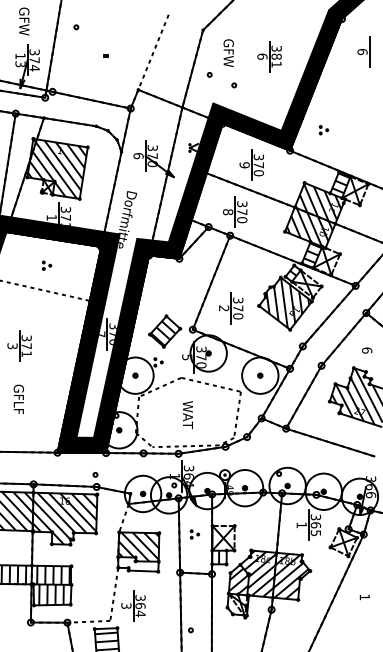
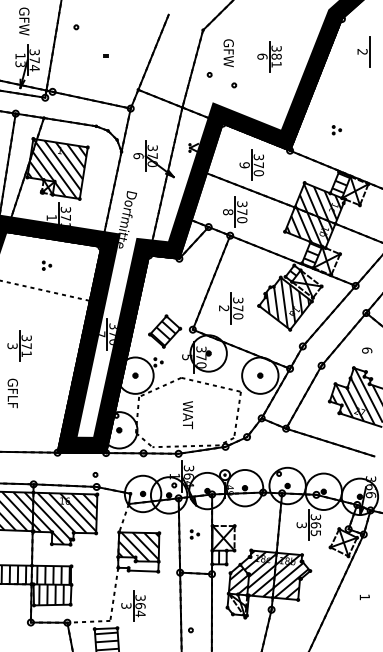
line at (153, 51): none -> present
text at (362, 52): 6 -> 2
part at (323, 130) position: (323, 130) -> (336, 130)
text at (18, 399) position: (18, 399) -> (12, 393)
text at (301, 525): 1 -> 3
